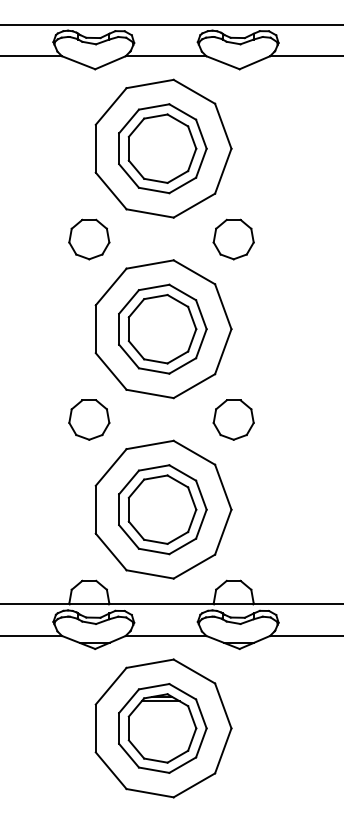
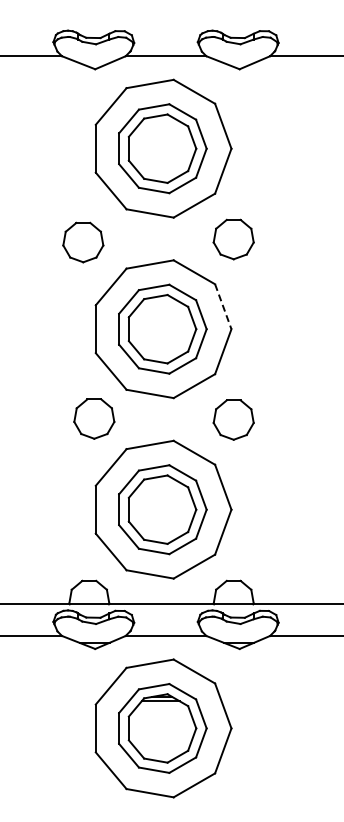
line at (171, 24): present -> none
part at (89, 239) position: (89, 239) -> (83, 242)
line at (223, 306): solid -> dashed
part at (89, 419) position: (89, 419) -> (94, 418)
